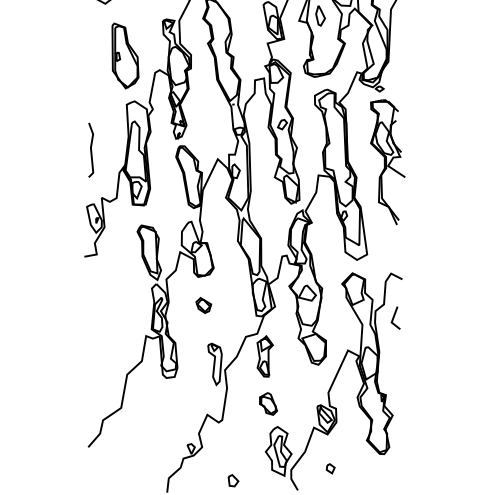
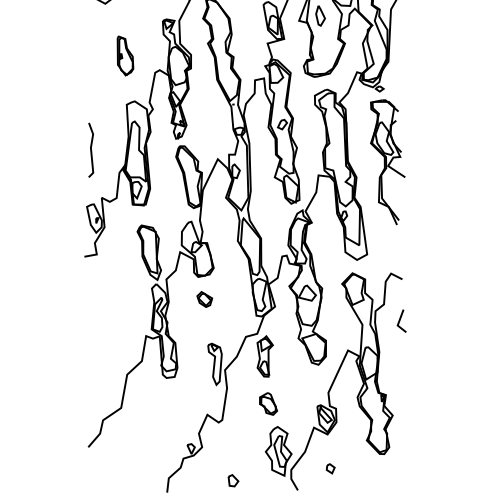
part at (125, 55) size: 29x68 px -> 19x42 px
part at (203, 305) position: (203, 305) -> (204, 299)
line at (394, 317) position: (394, 317) -> (400, 320)
